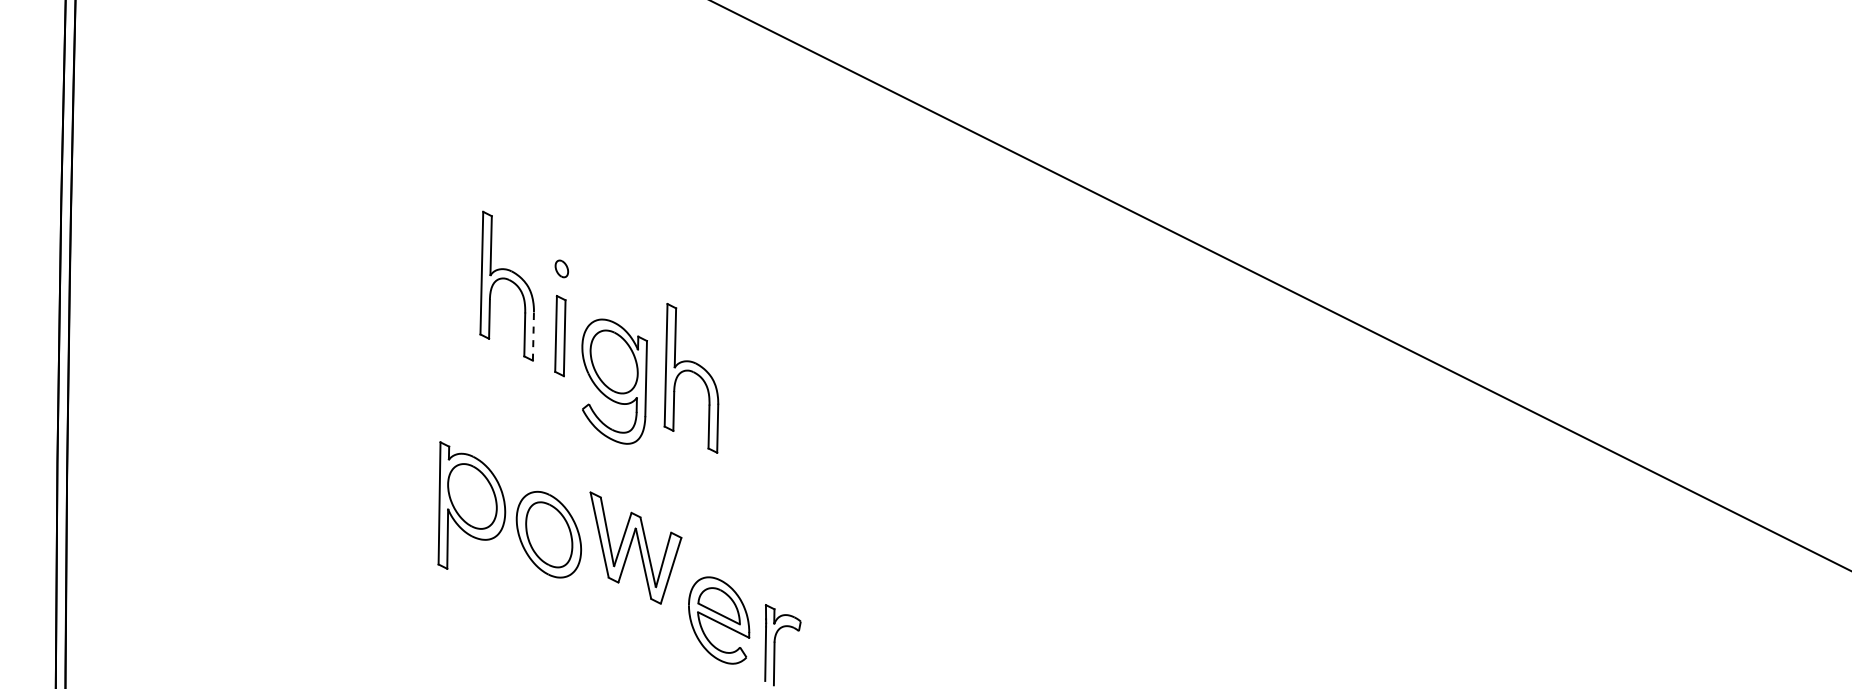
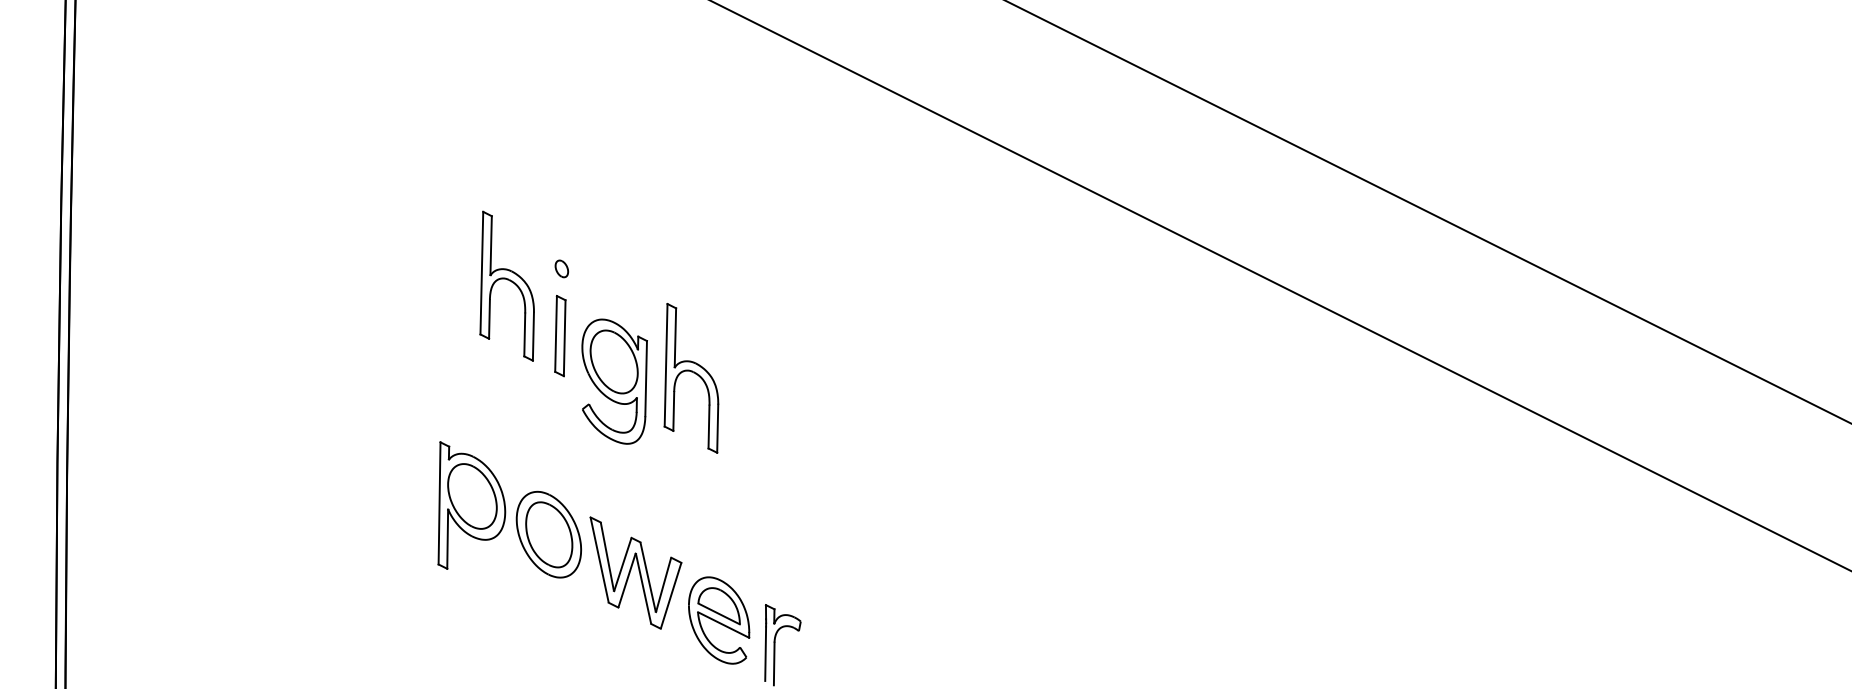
line at (1428, 212): none -> present
line at (533, 336): dashed -> solid
part at (635, 547) position: (635, 547) -> (635, 572)
